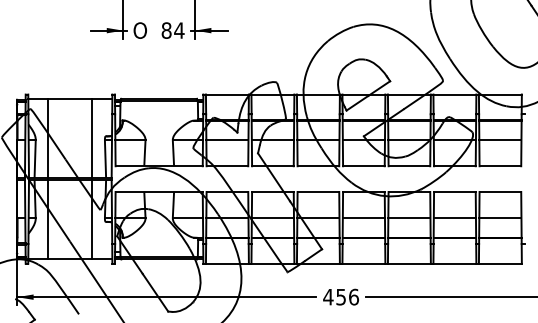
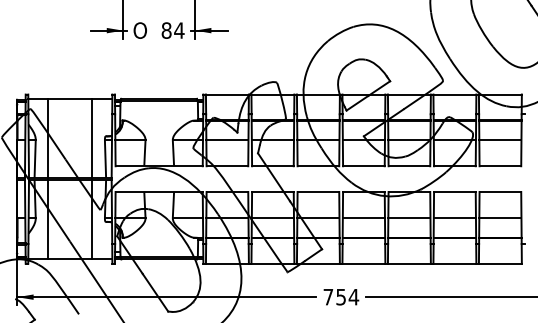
text at (341, 296): 456 -> 754
